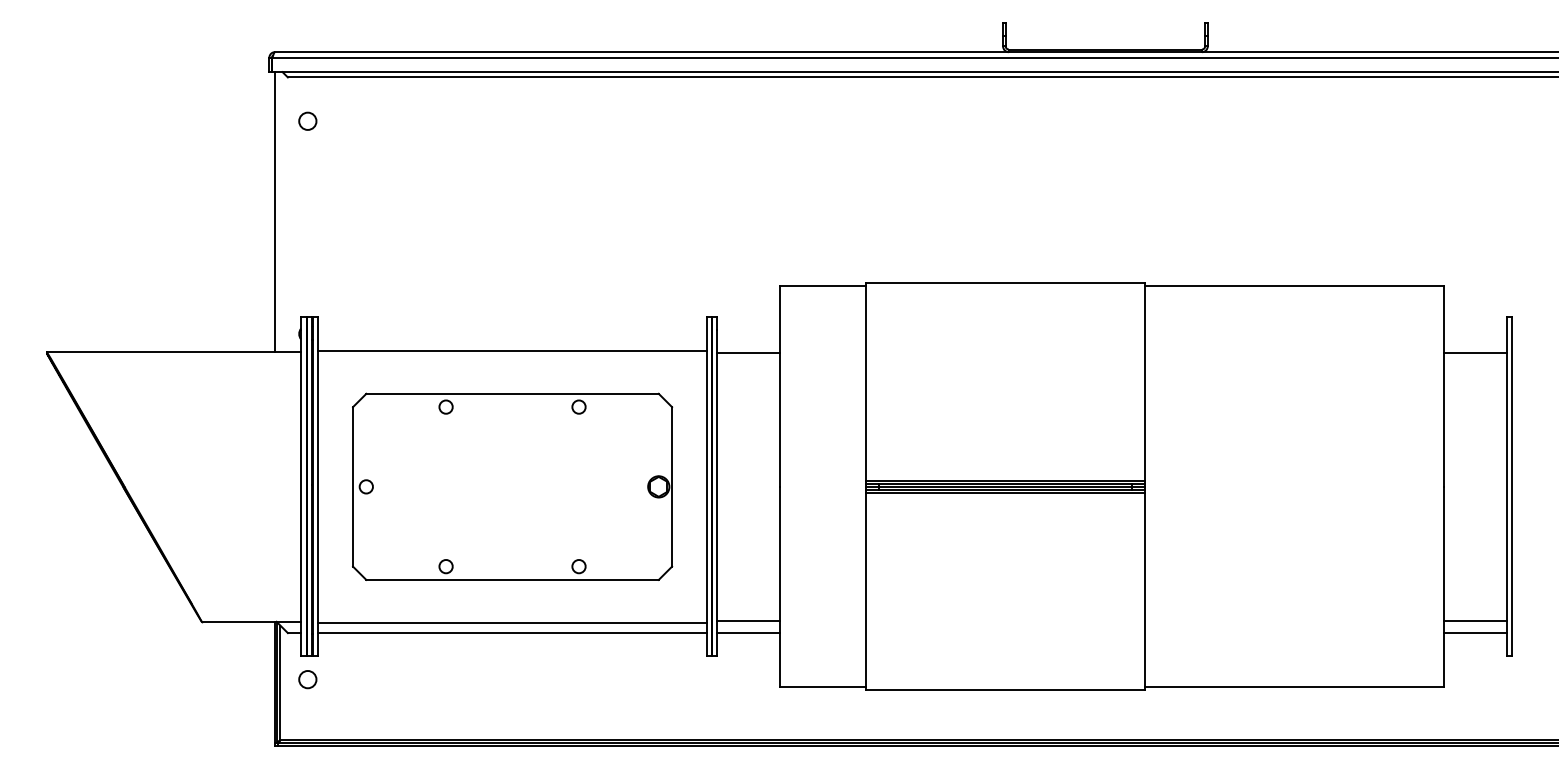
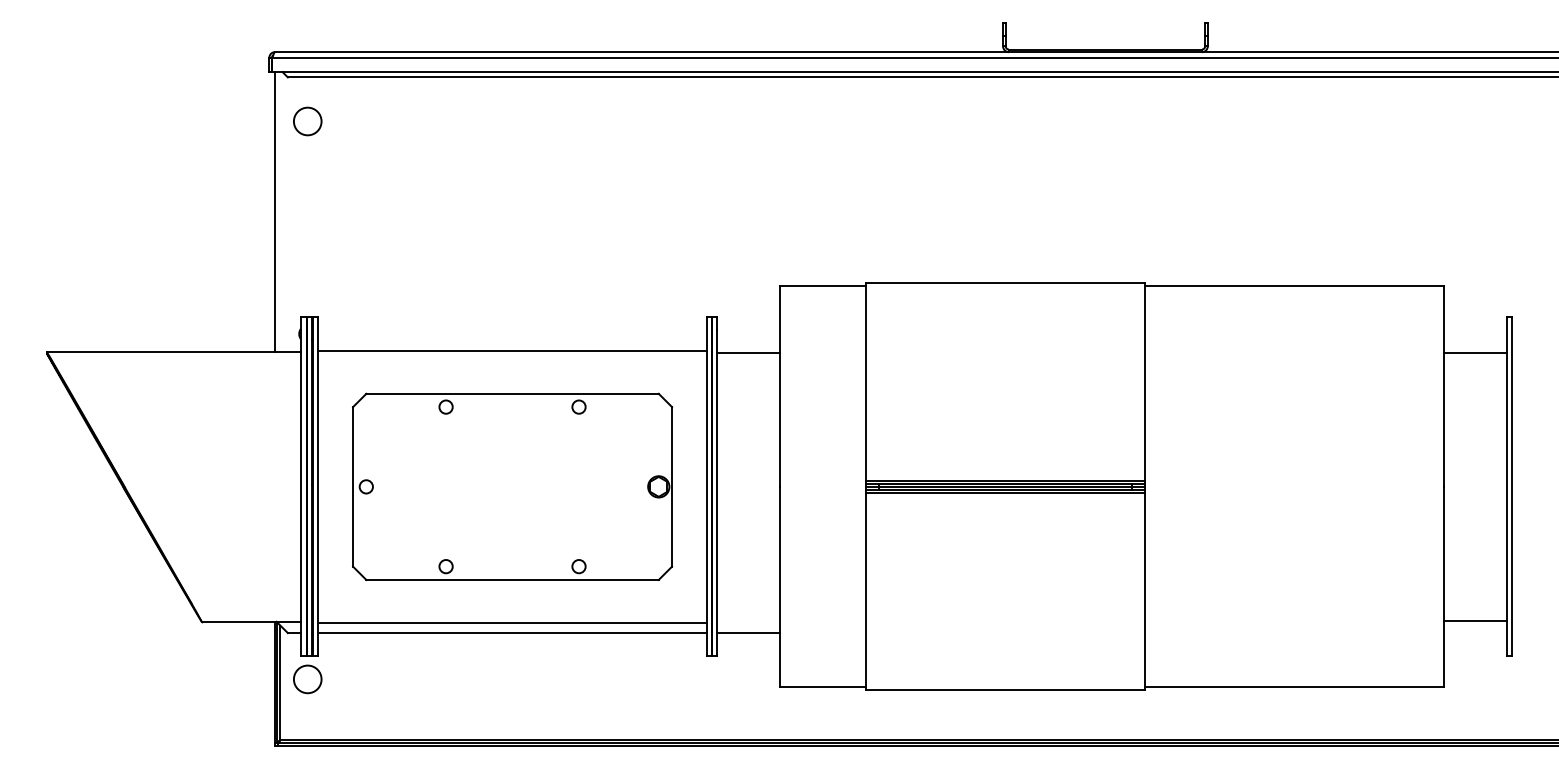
circle at (307, 120) size: 20x20 px -> 30x31 px
line at (748, 621): present -> none
line at (1475, 633): present -> none
circle at (307, 679) size: 20x20 px -> 30x31 px
